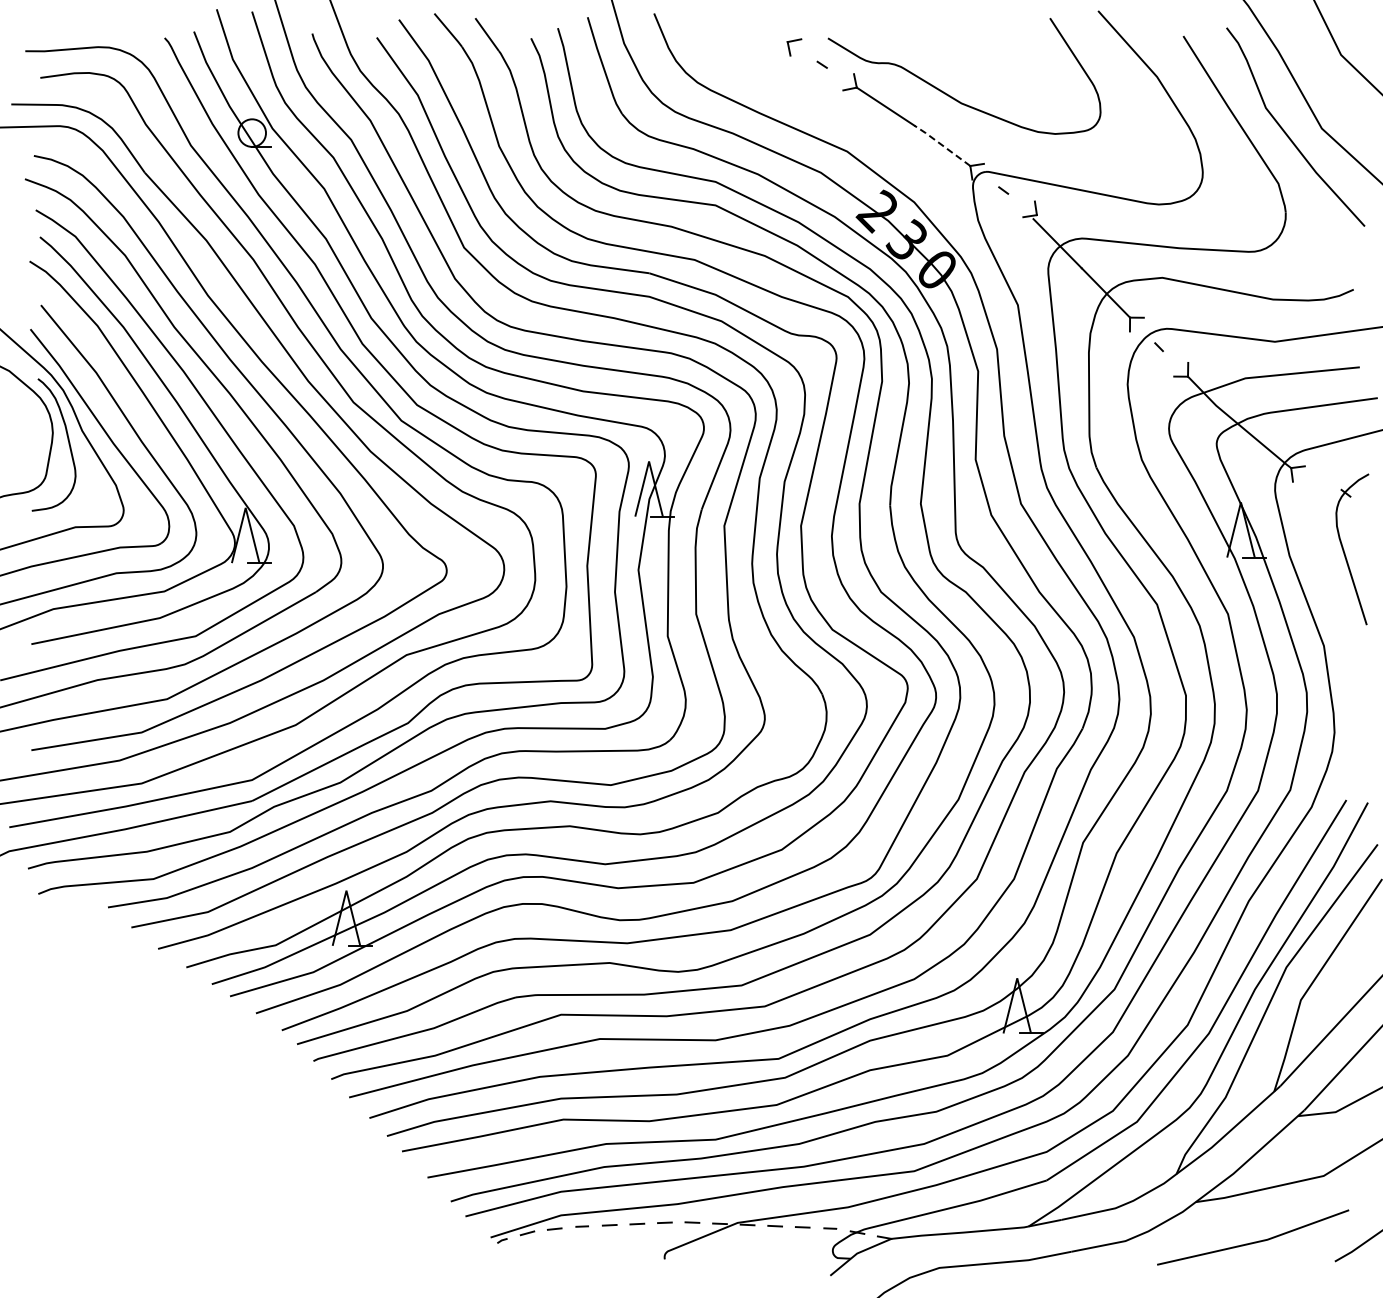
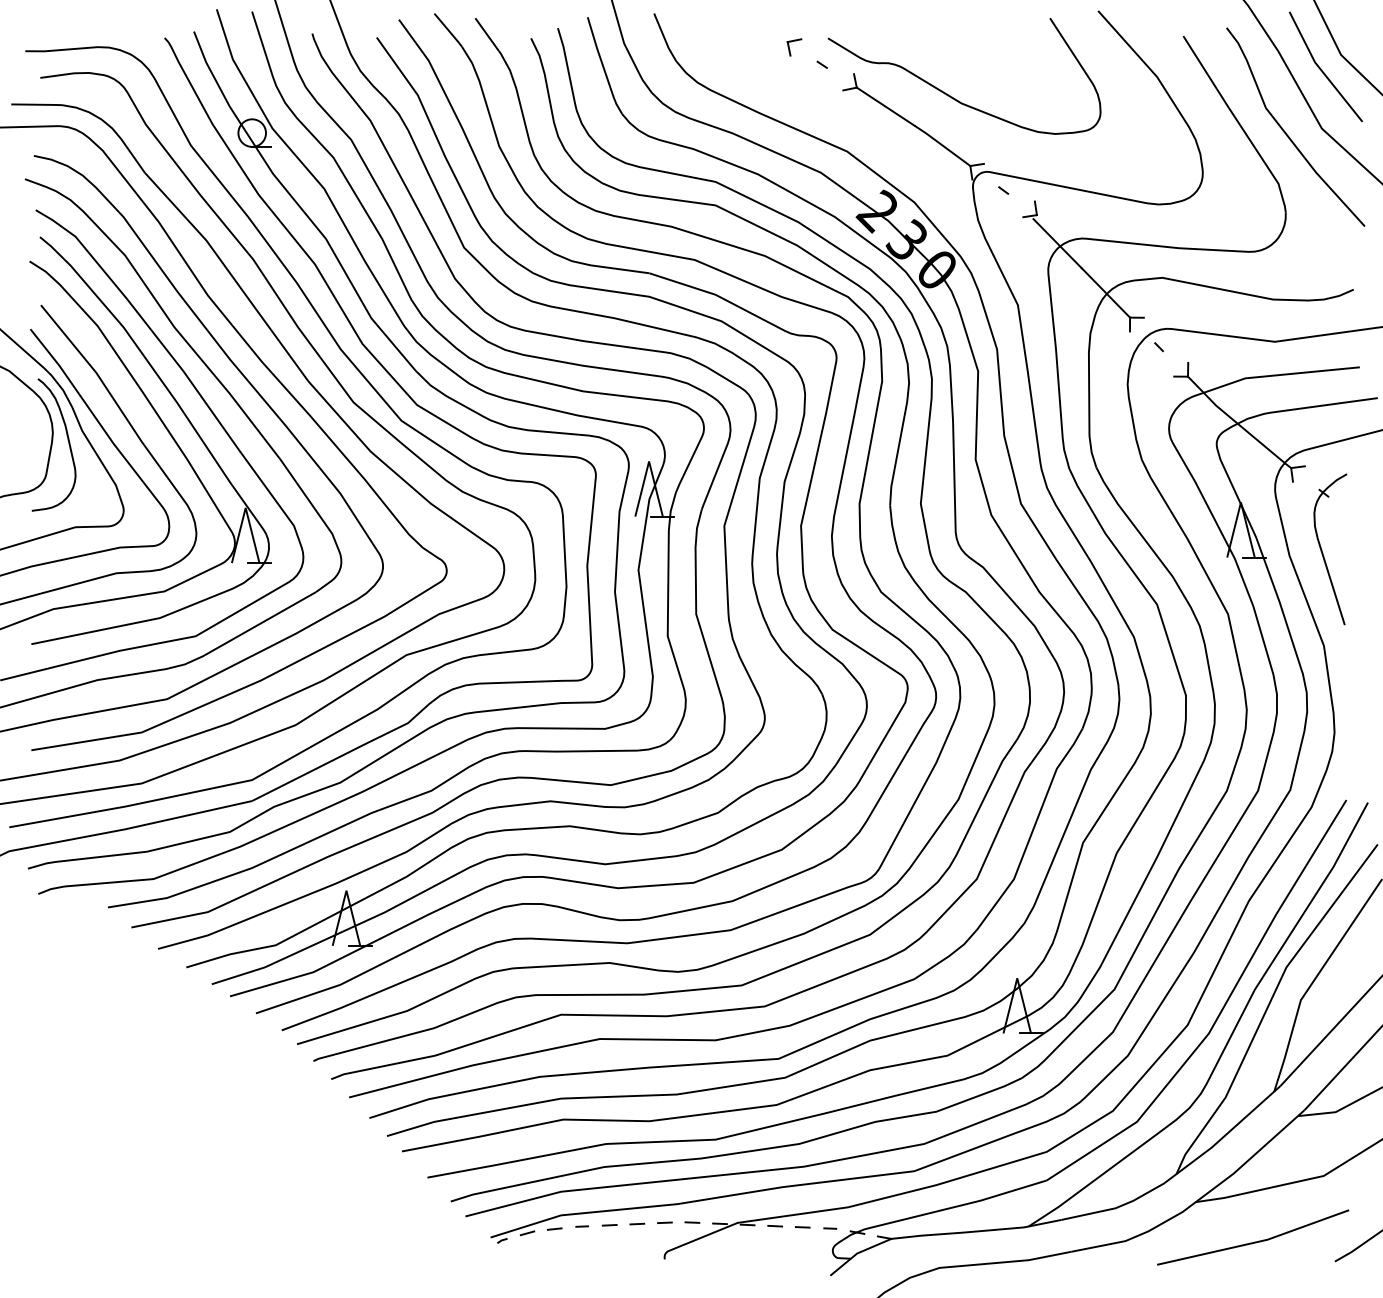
line at (1321, 68): none -> present
line at (941, 144): dashed -> solid
part at (1344, 549) position: (1344, 549) -> (1322, 549)
